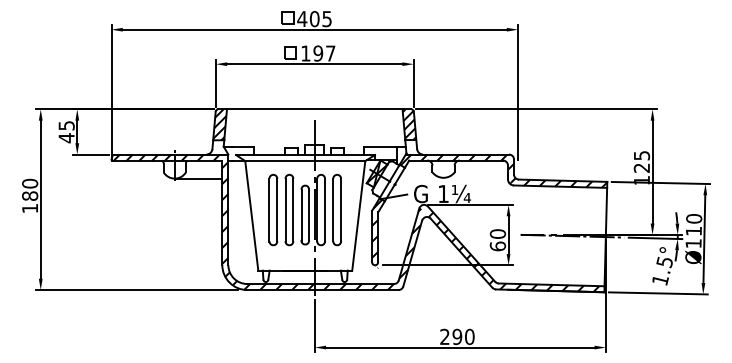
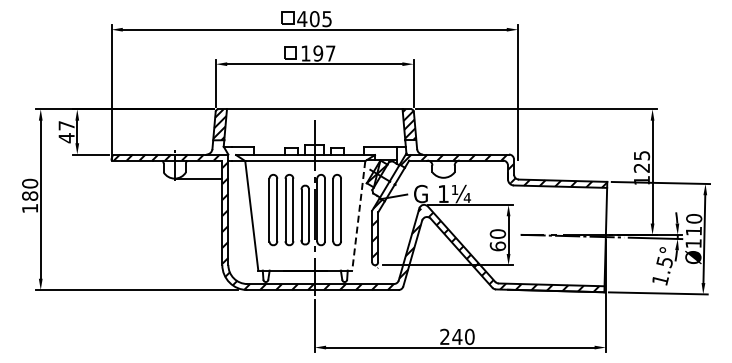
text at (66, 125): 45 -> 47
line at (358, 216): solid -> dashed
text at (457, 336): 290 -> 240
